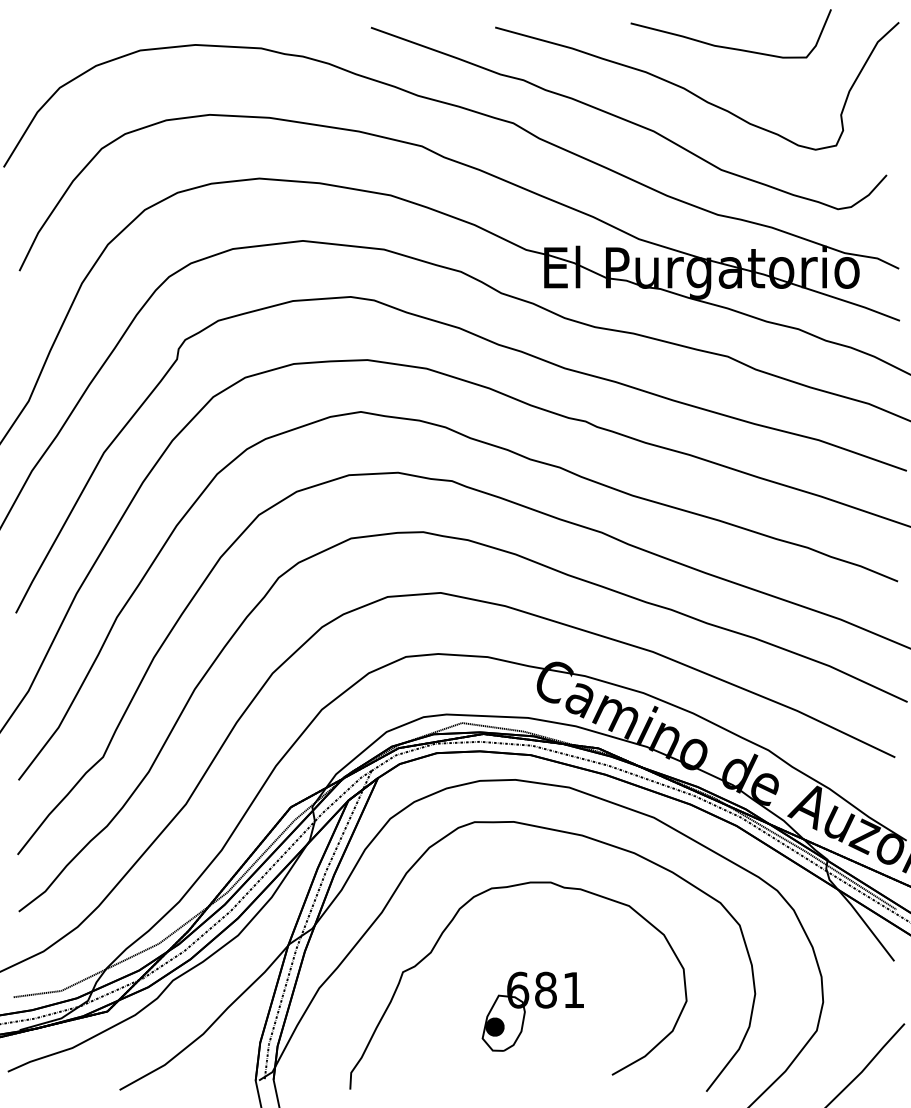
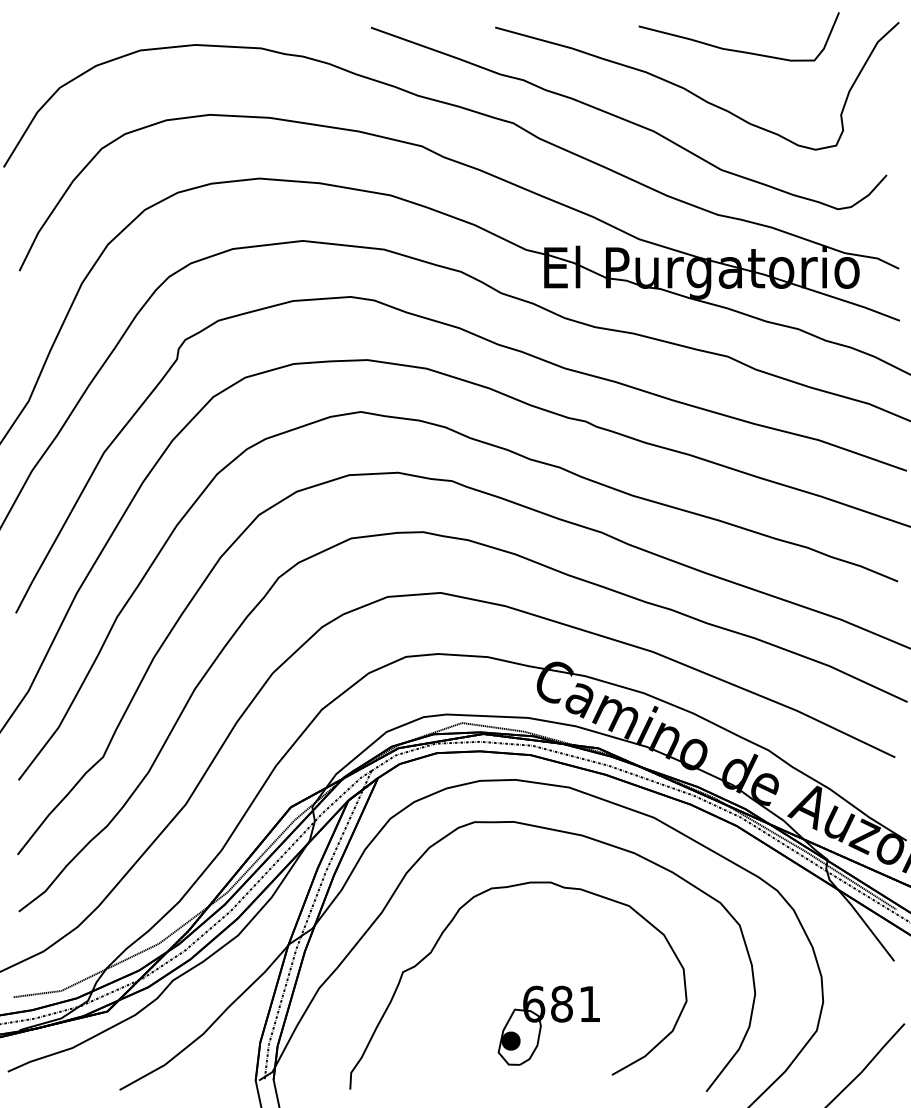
part at (726, 46) position: (726, 46) -> (734, 49)
part at (525, 1011) position: (525, 1011) -> (541, 1025)
